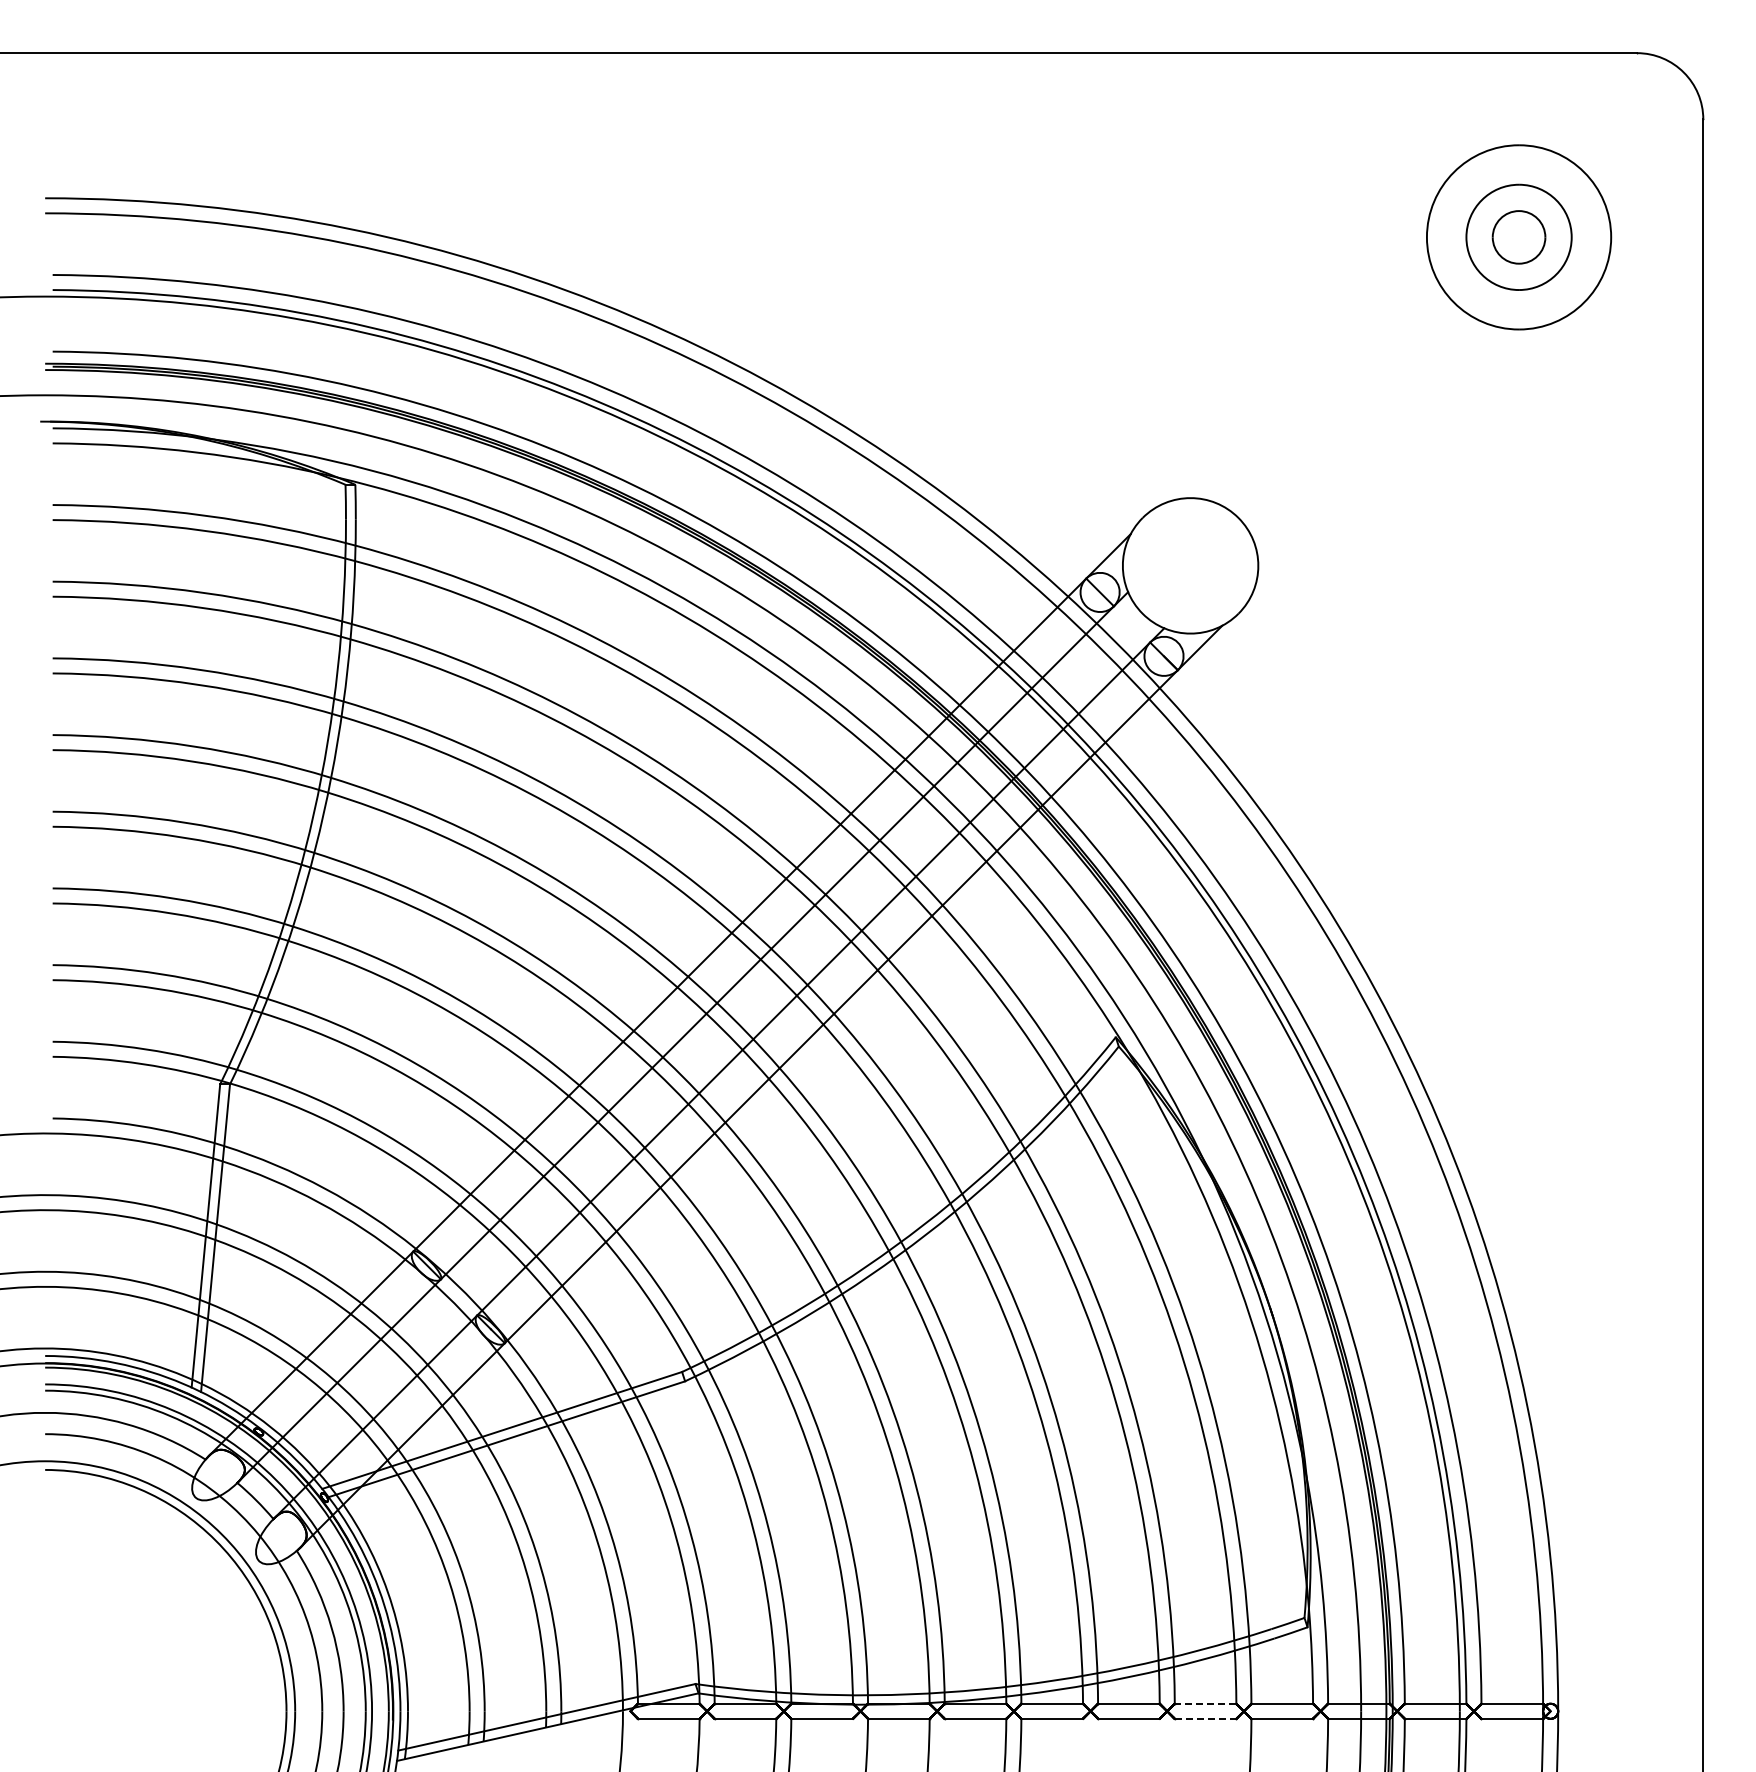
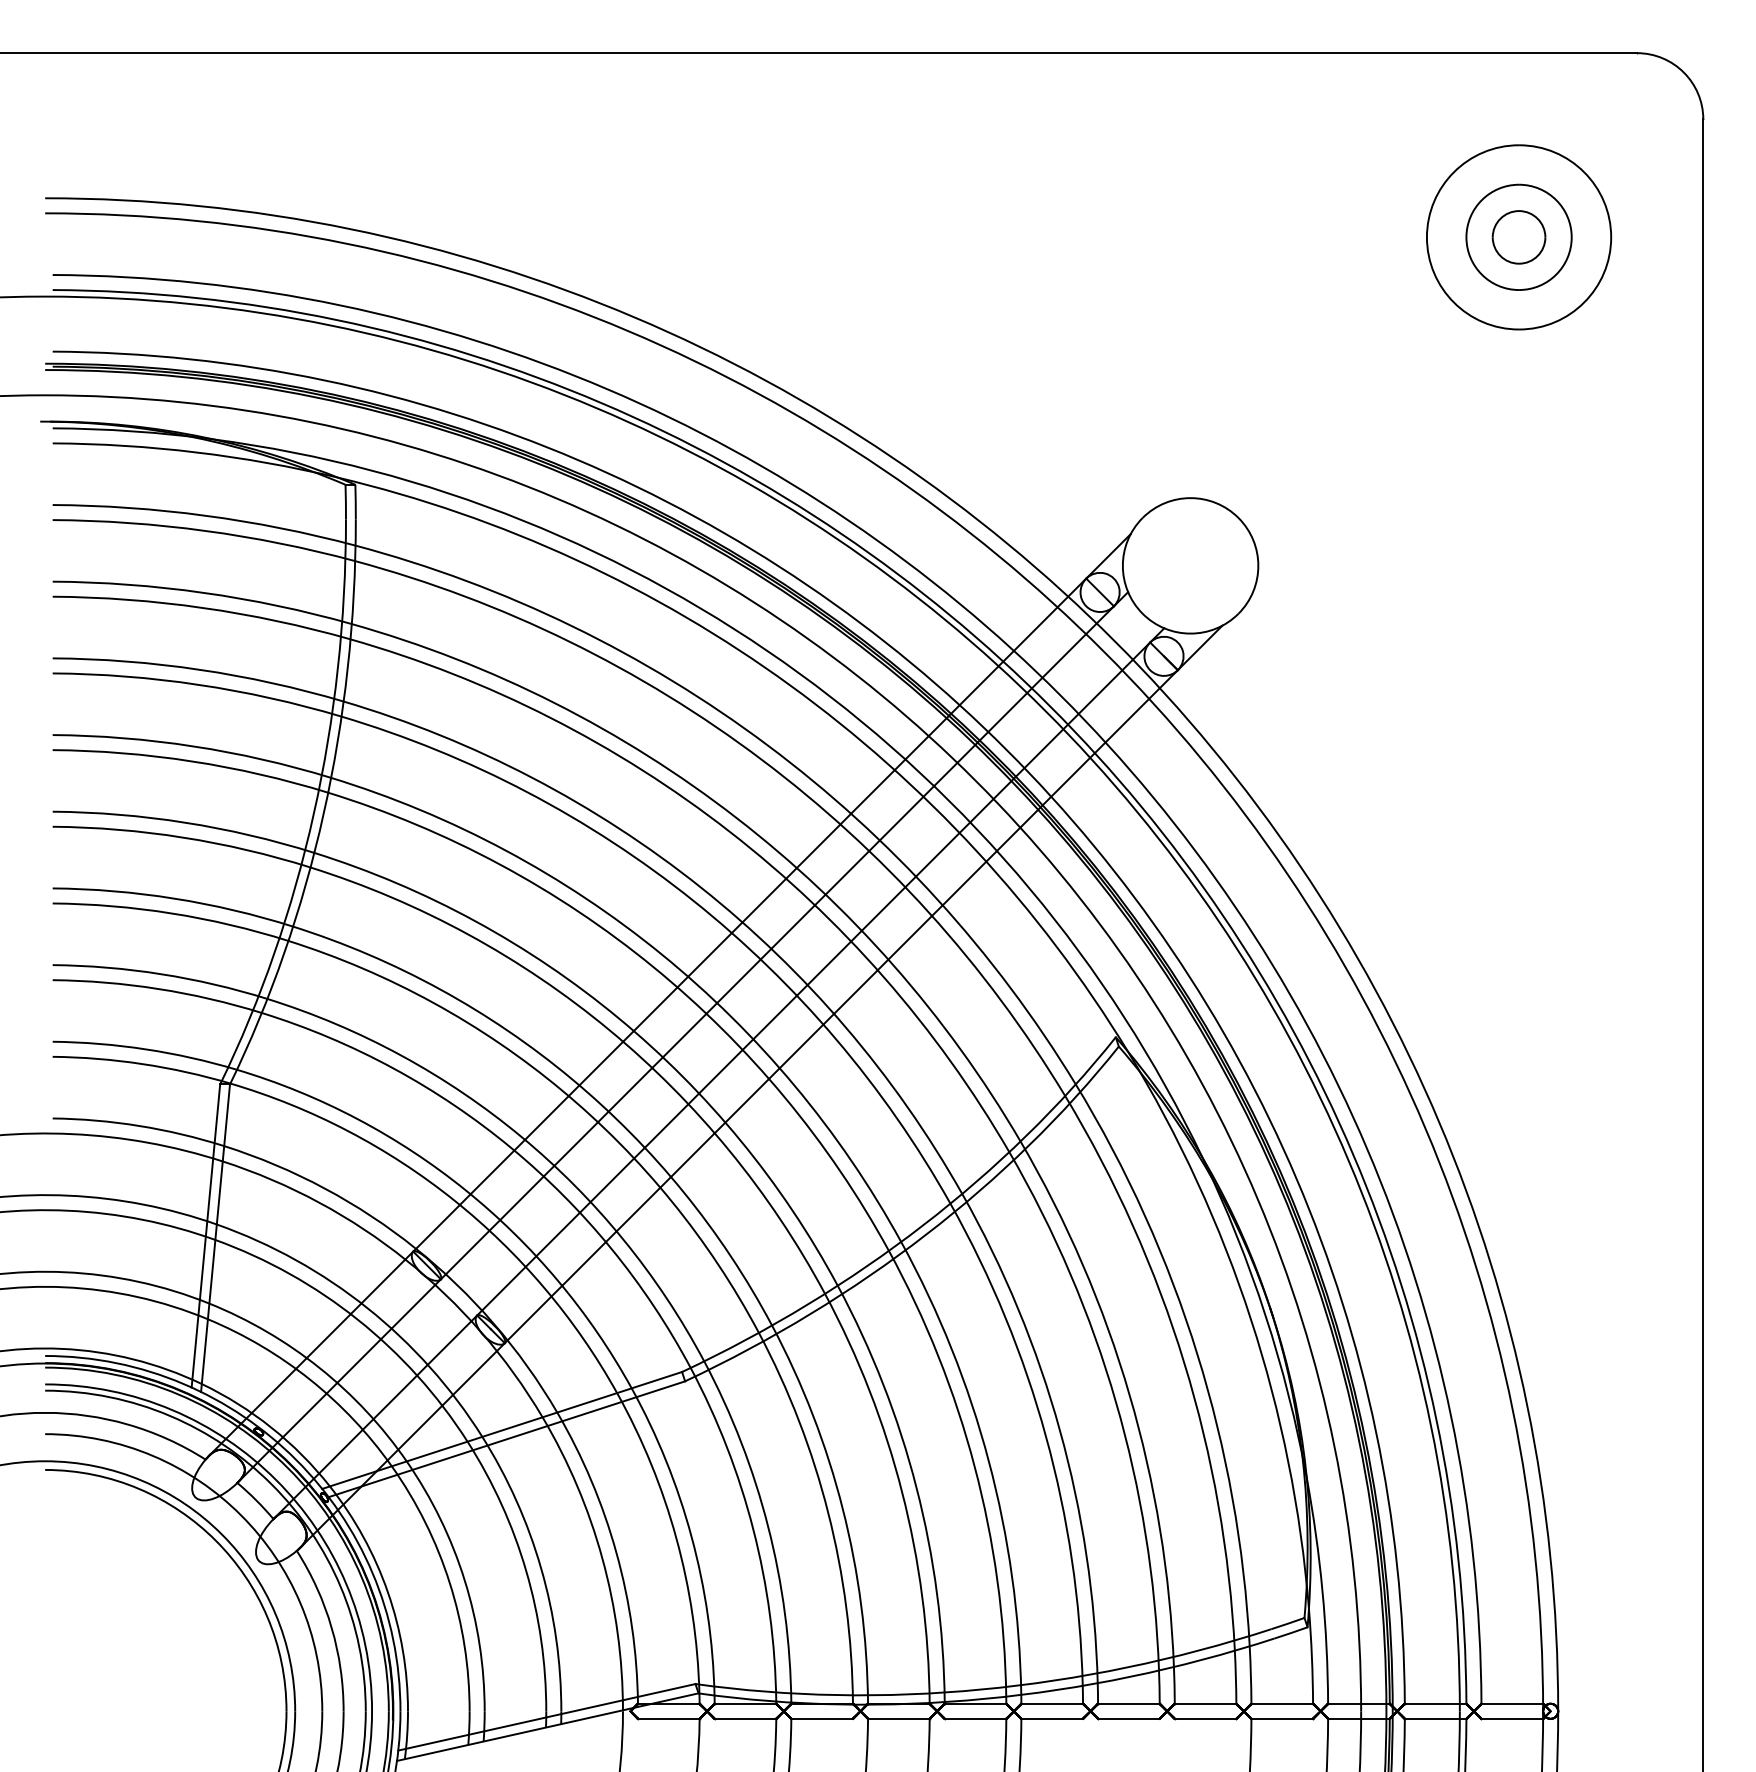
line at (1205, 1703): dashed -> solid
line at (1205, 1718): dashed -> solid
